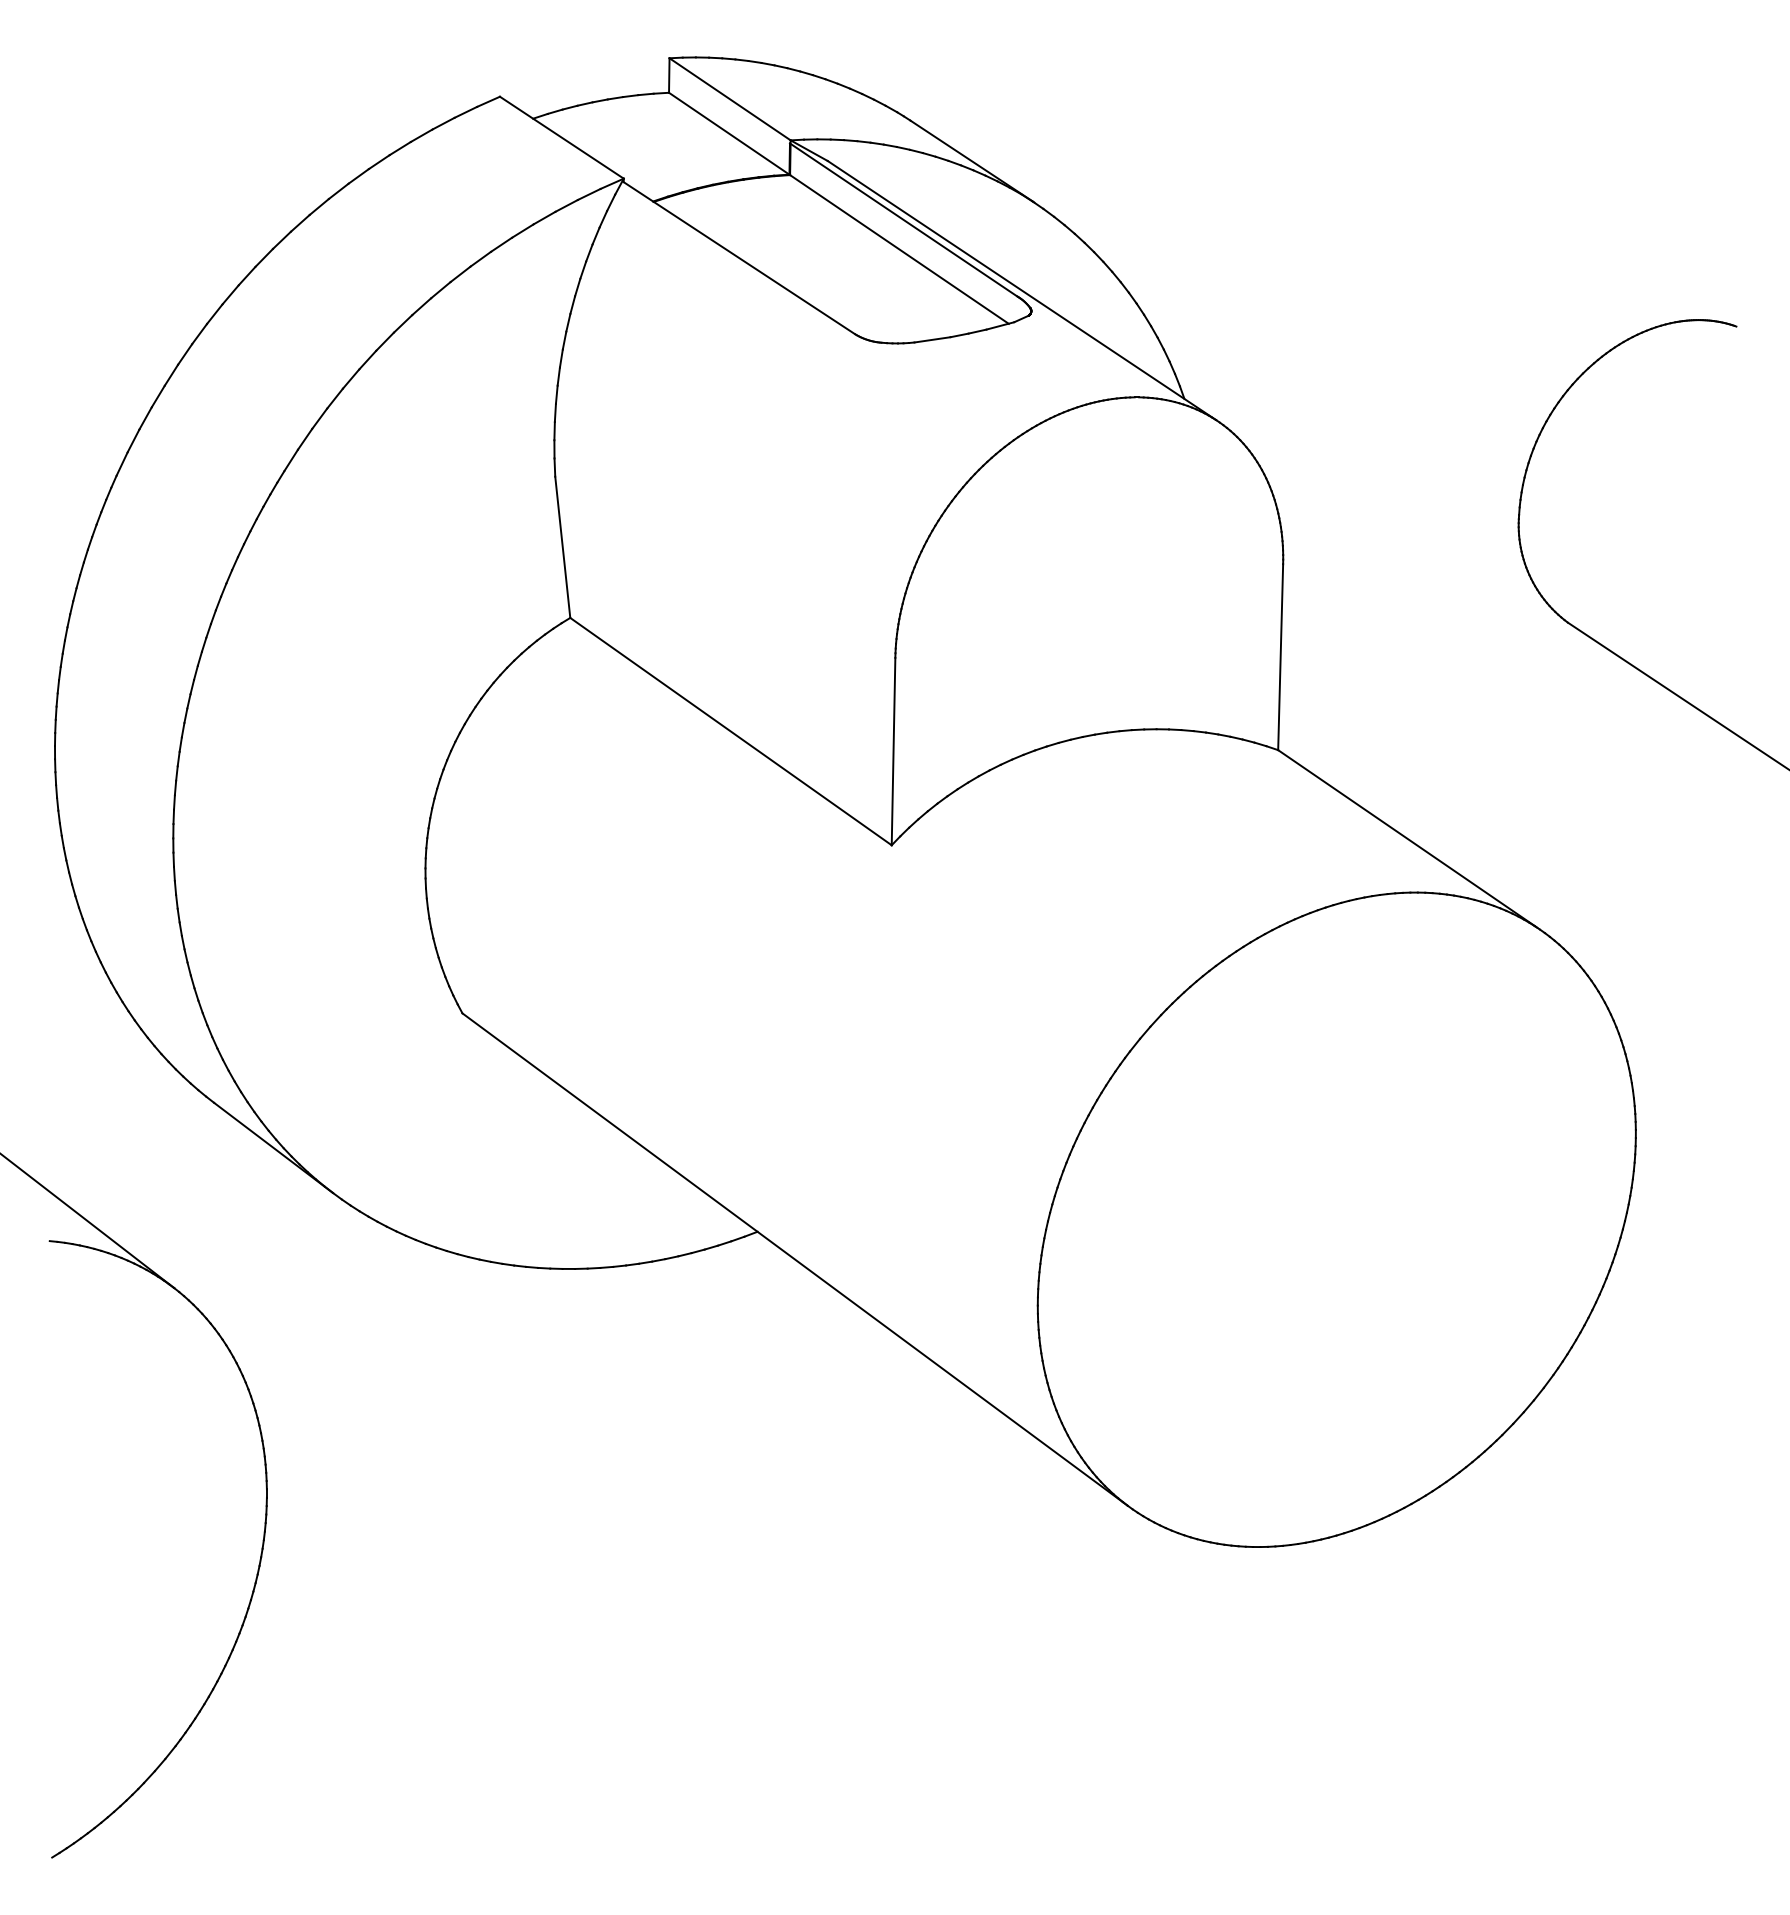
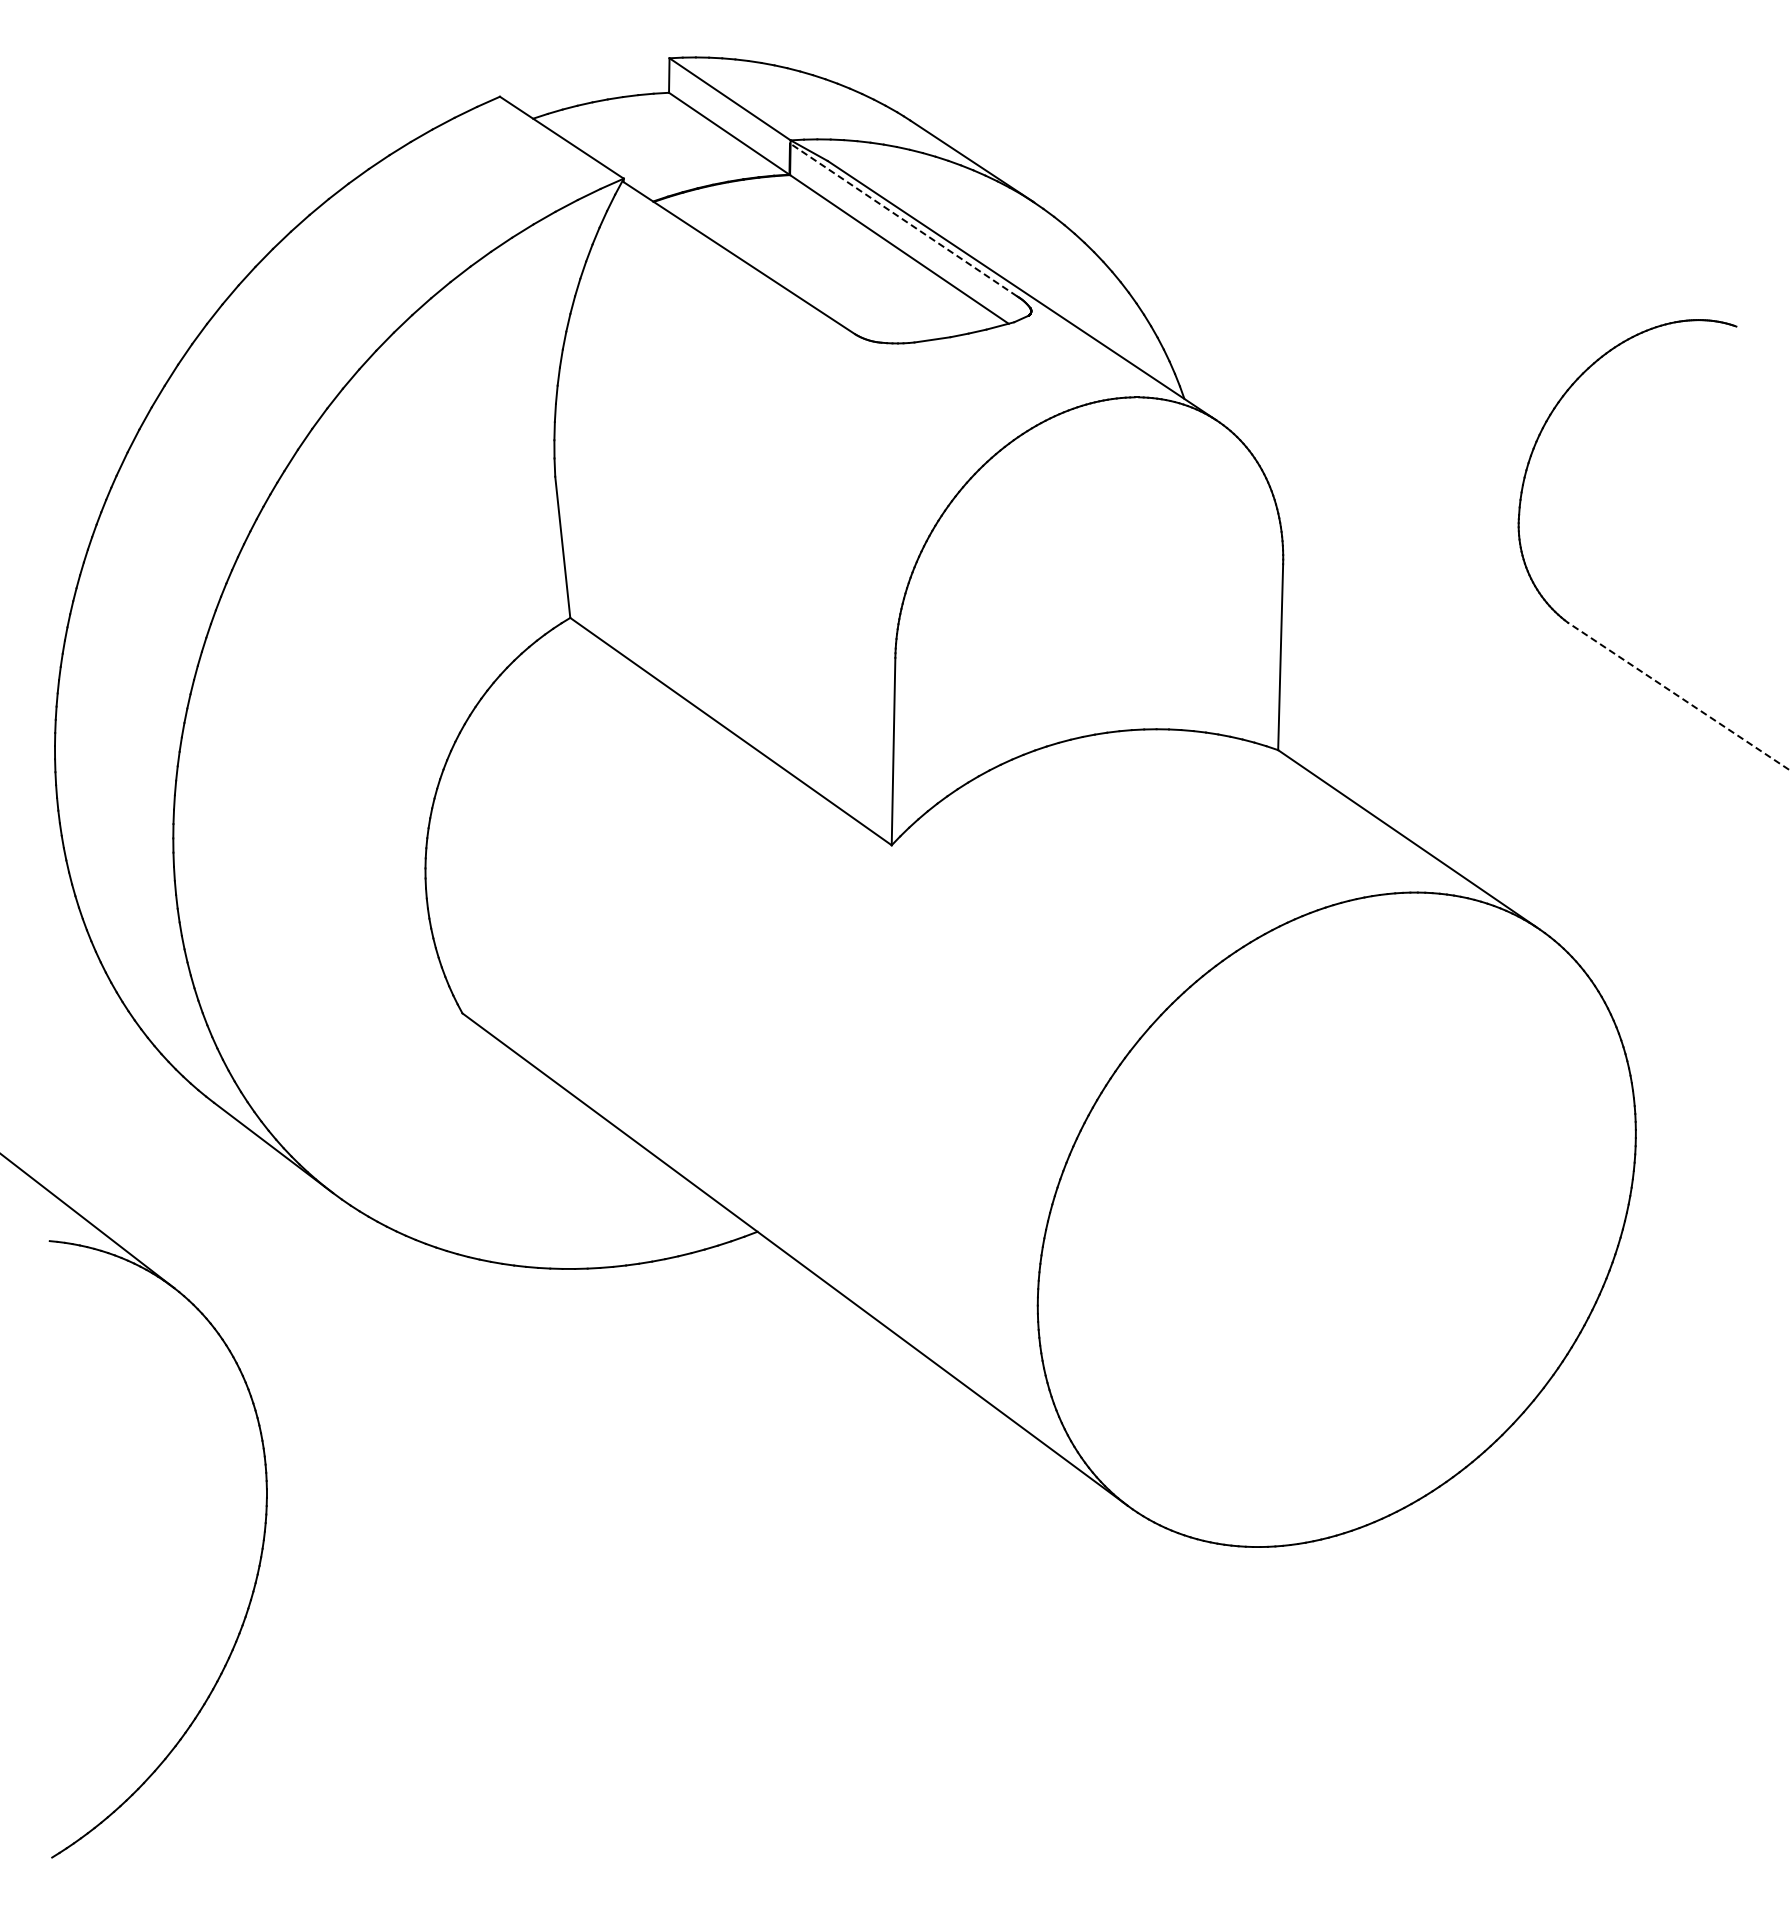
line at (903, 219): solid -> dashed
line at (1678, 696): solid -> dashed
